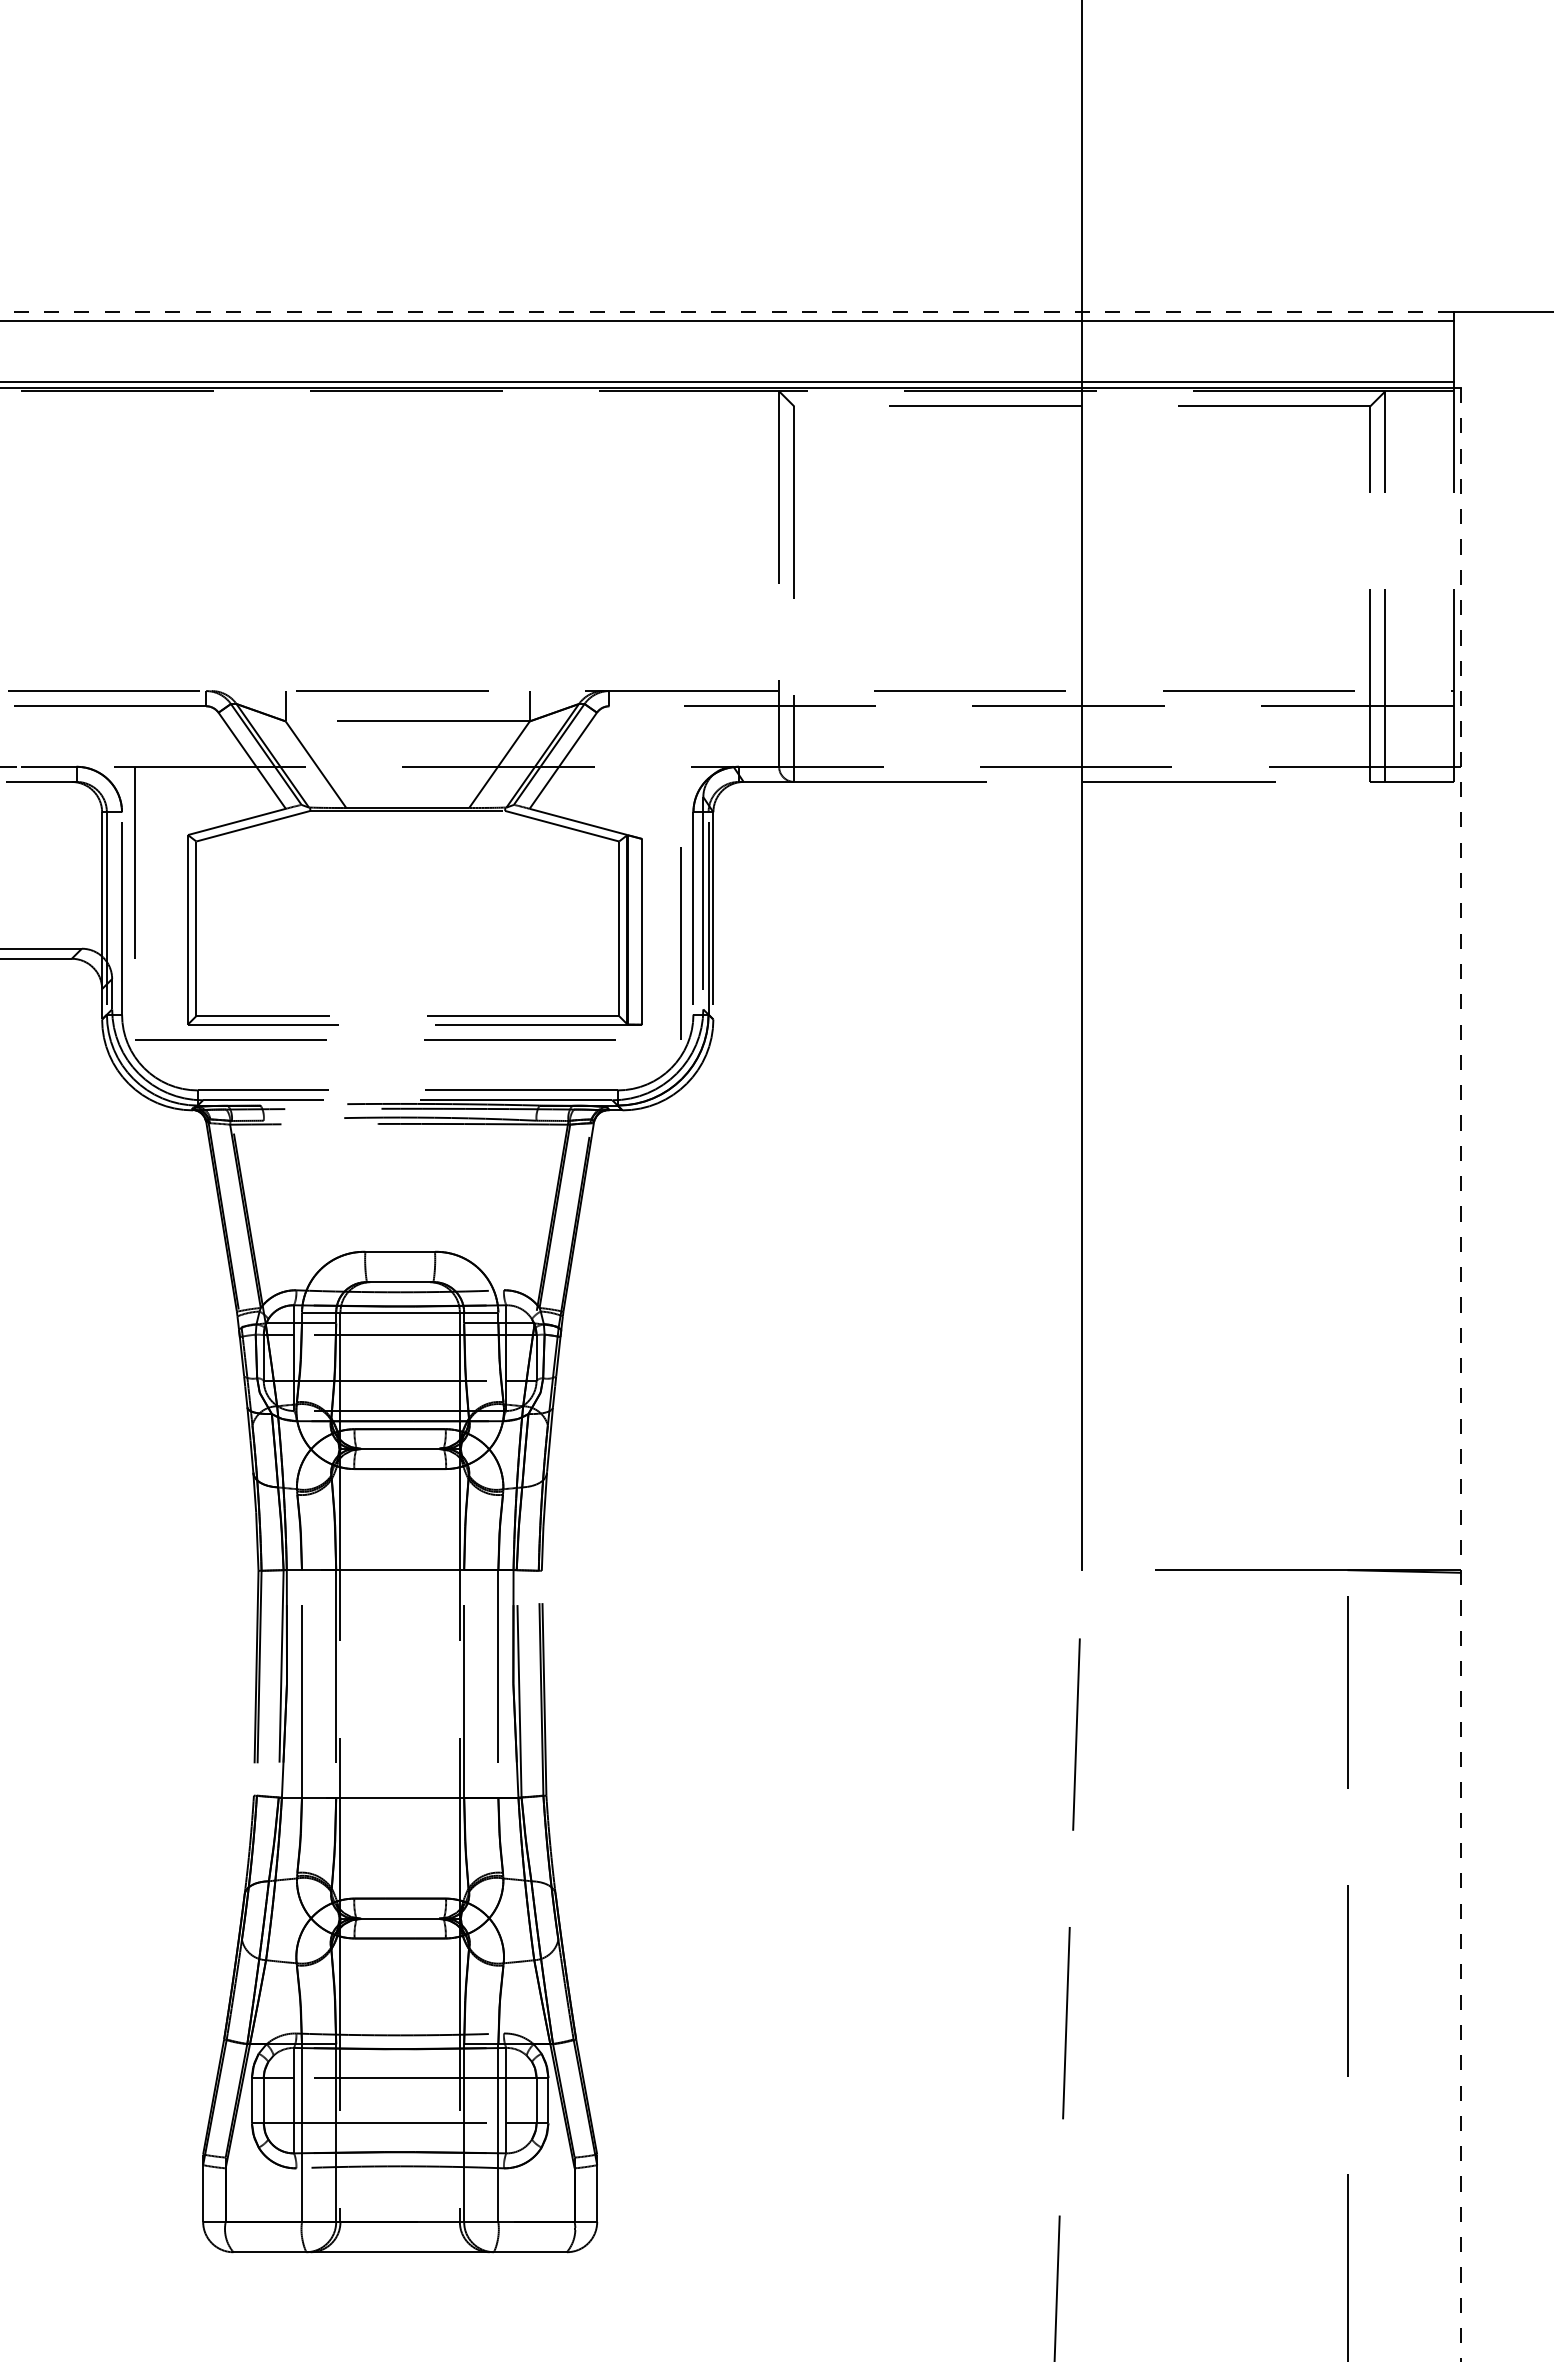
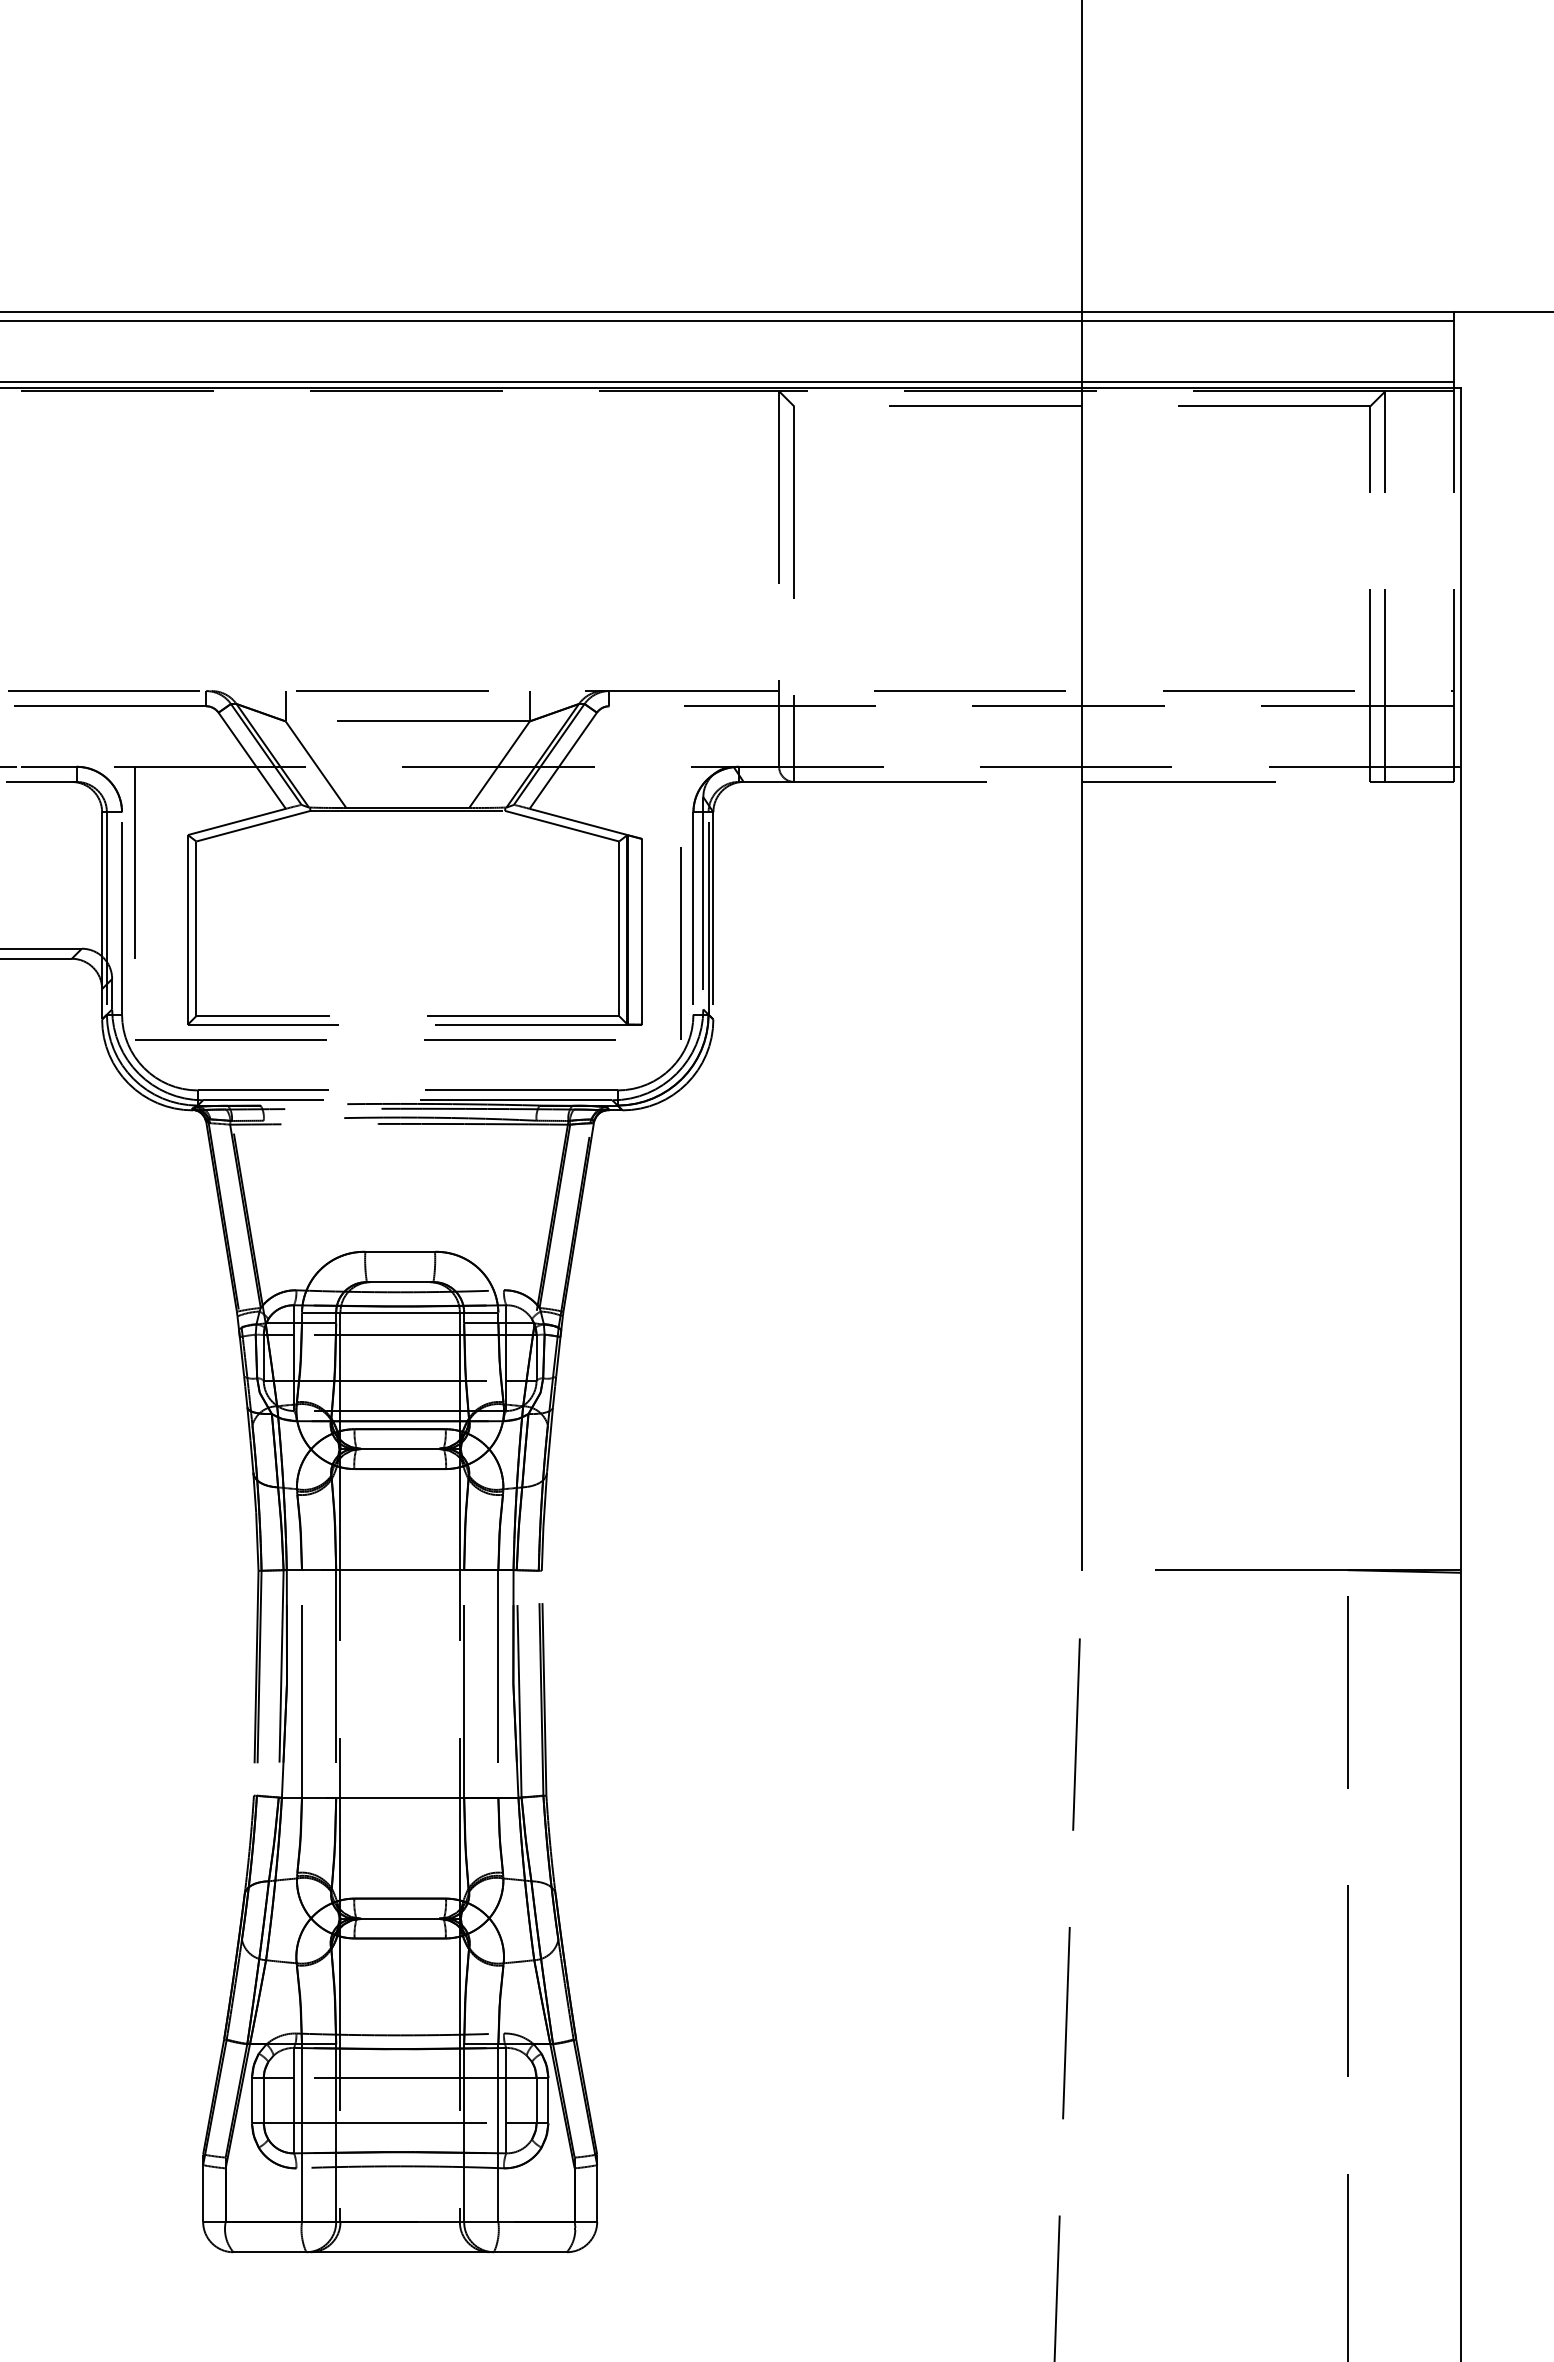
line at (727, 312): dashed -> solid
line at (1461, 1374): dashed -> solid
